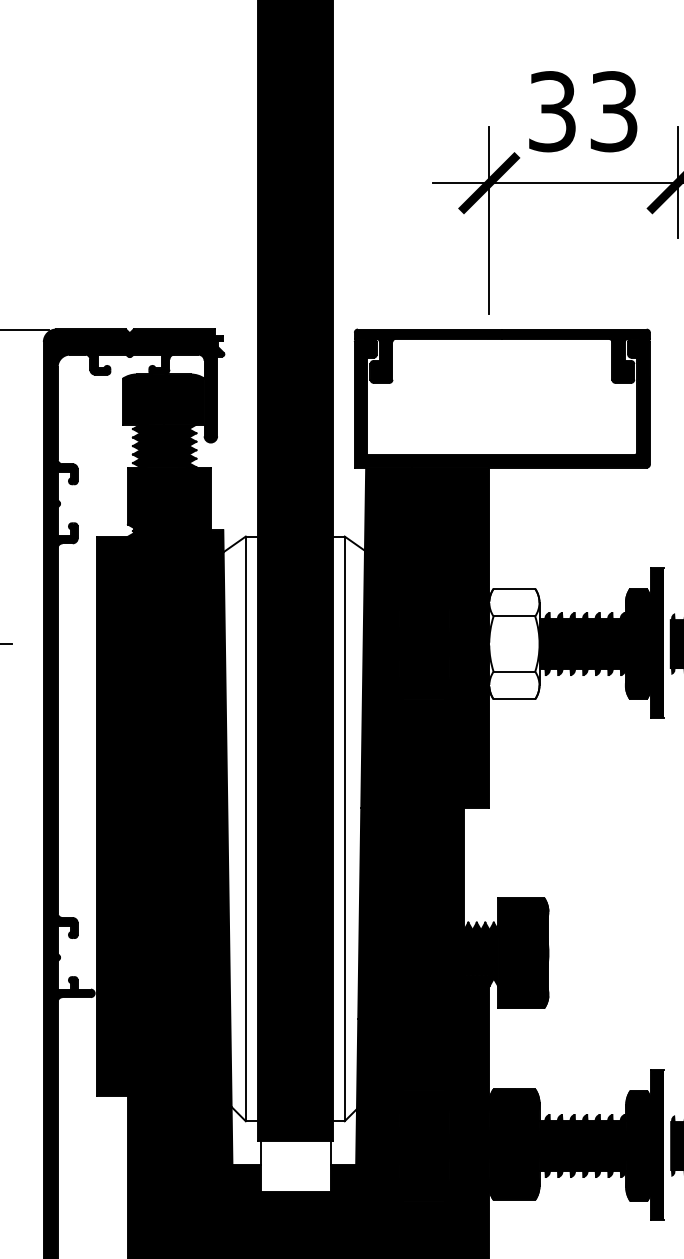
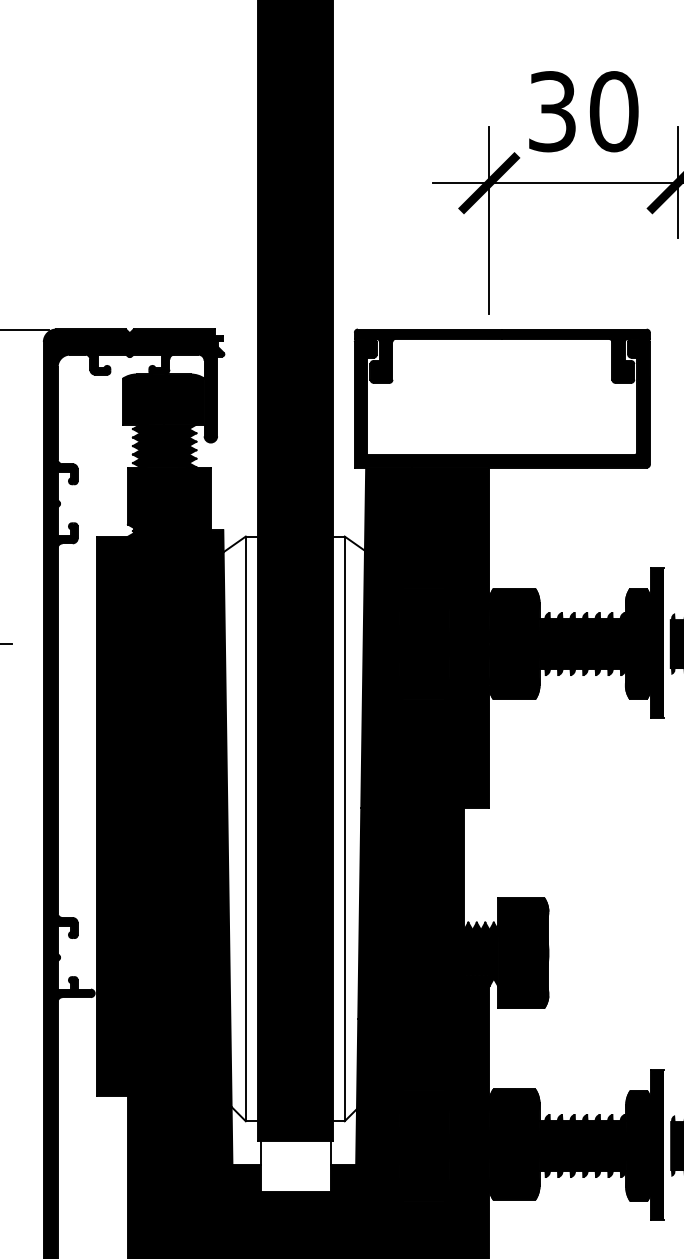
text at (614, 111): 33 -> 30
fill at (514, 643): none -> present
